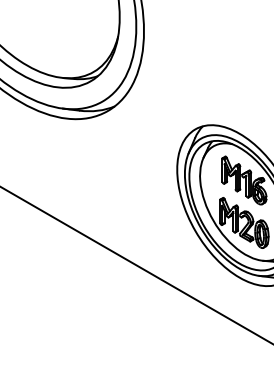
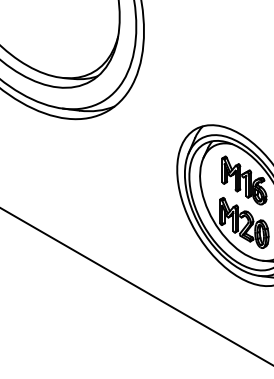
line at (136, 265) position: (136, 265) -> (136, 286)
